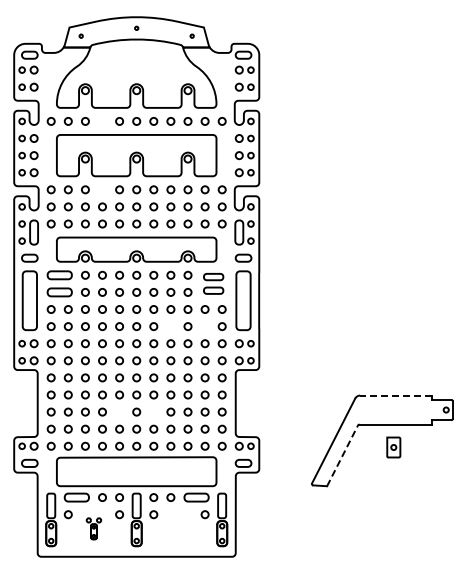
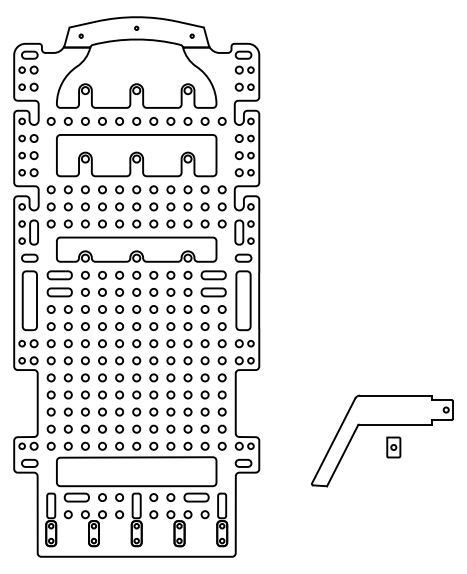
circle at (102, 121): none -> present
circle at (102, 189): none -> present
part at (213, 283) size: 22x22 px -> 27x28 px
circle at (170, 326): none -> present
circle at (204, 326): none -> present
line at (395, 395): dashed -> solid
circle at (119, 411): none -> present
circle at (153, 411): none -> present
line at (342, 455): dashed -> solid
part at (93, 528) size: 18x24 px -> 26x38 px
part at (179, 528): none -> present
